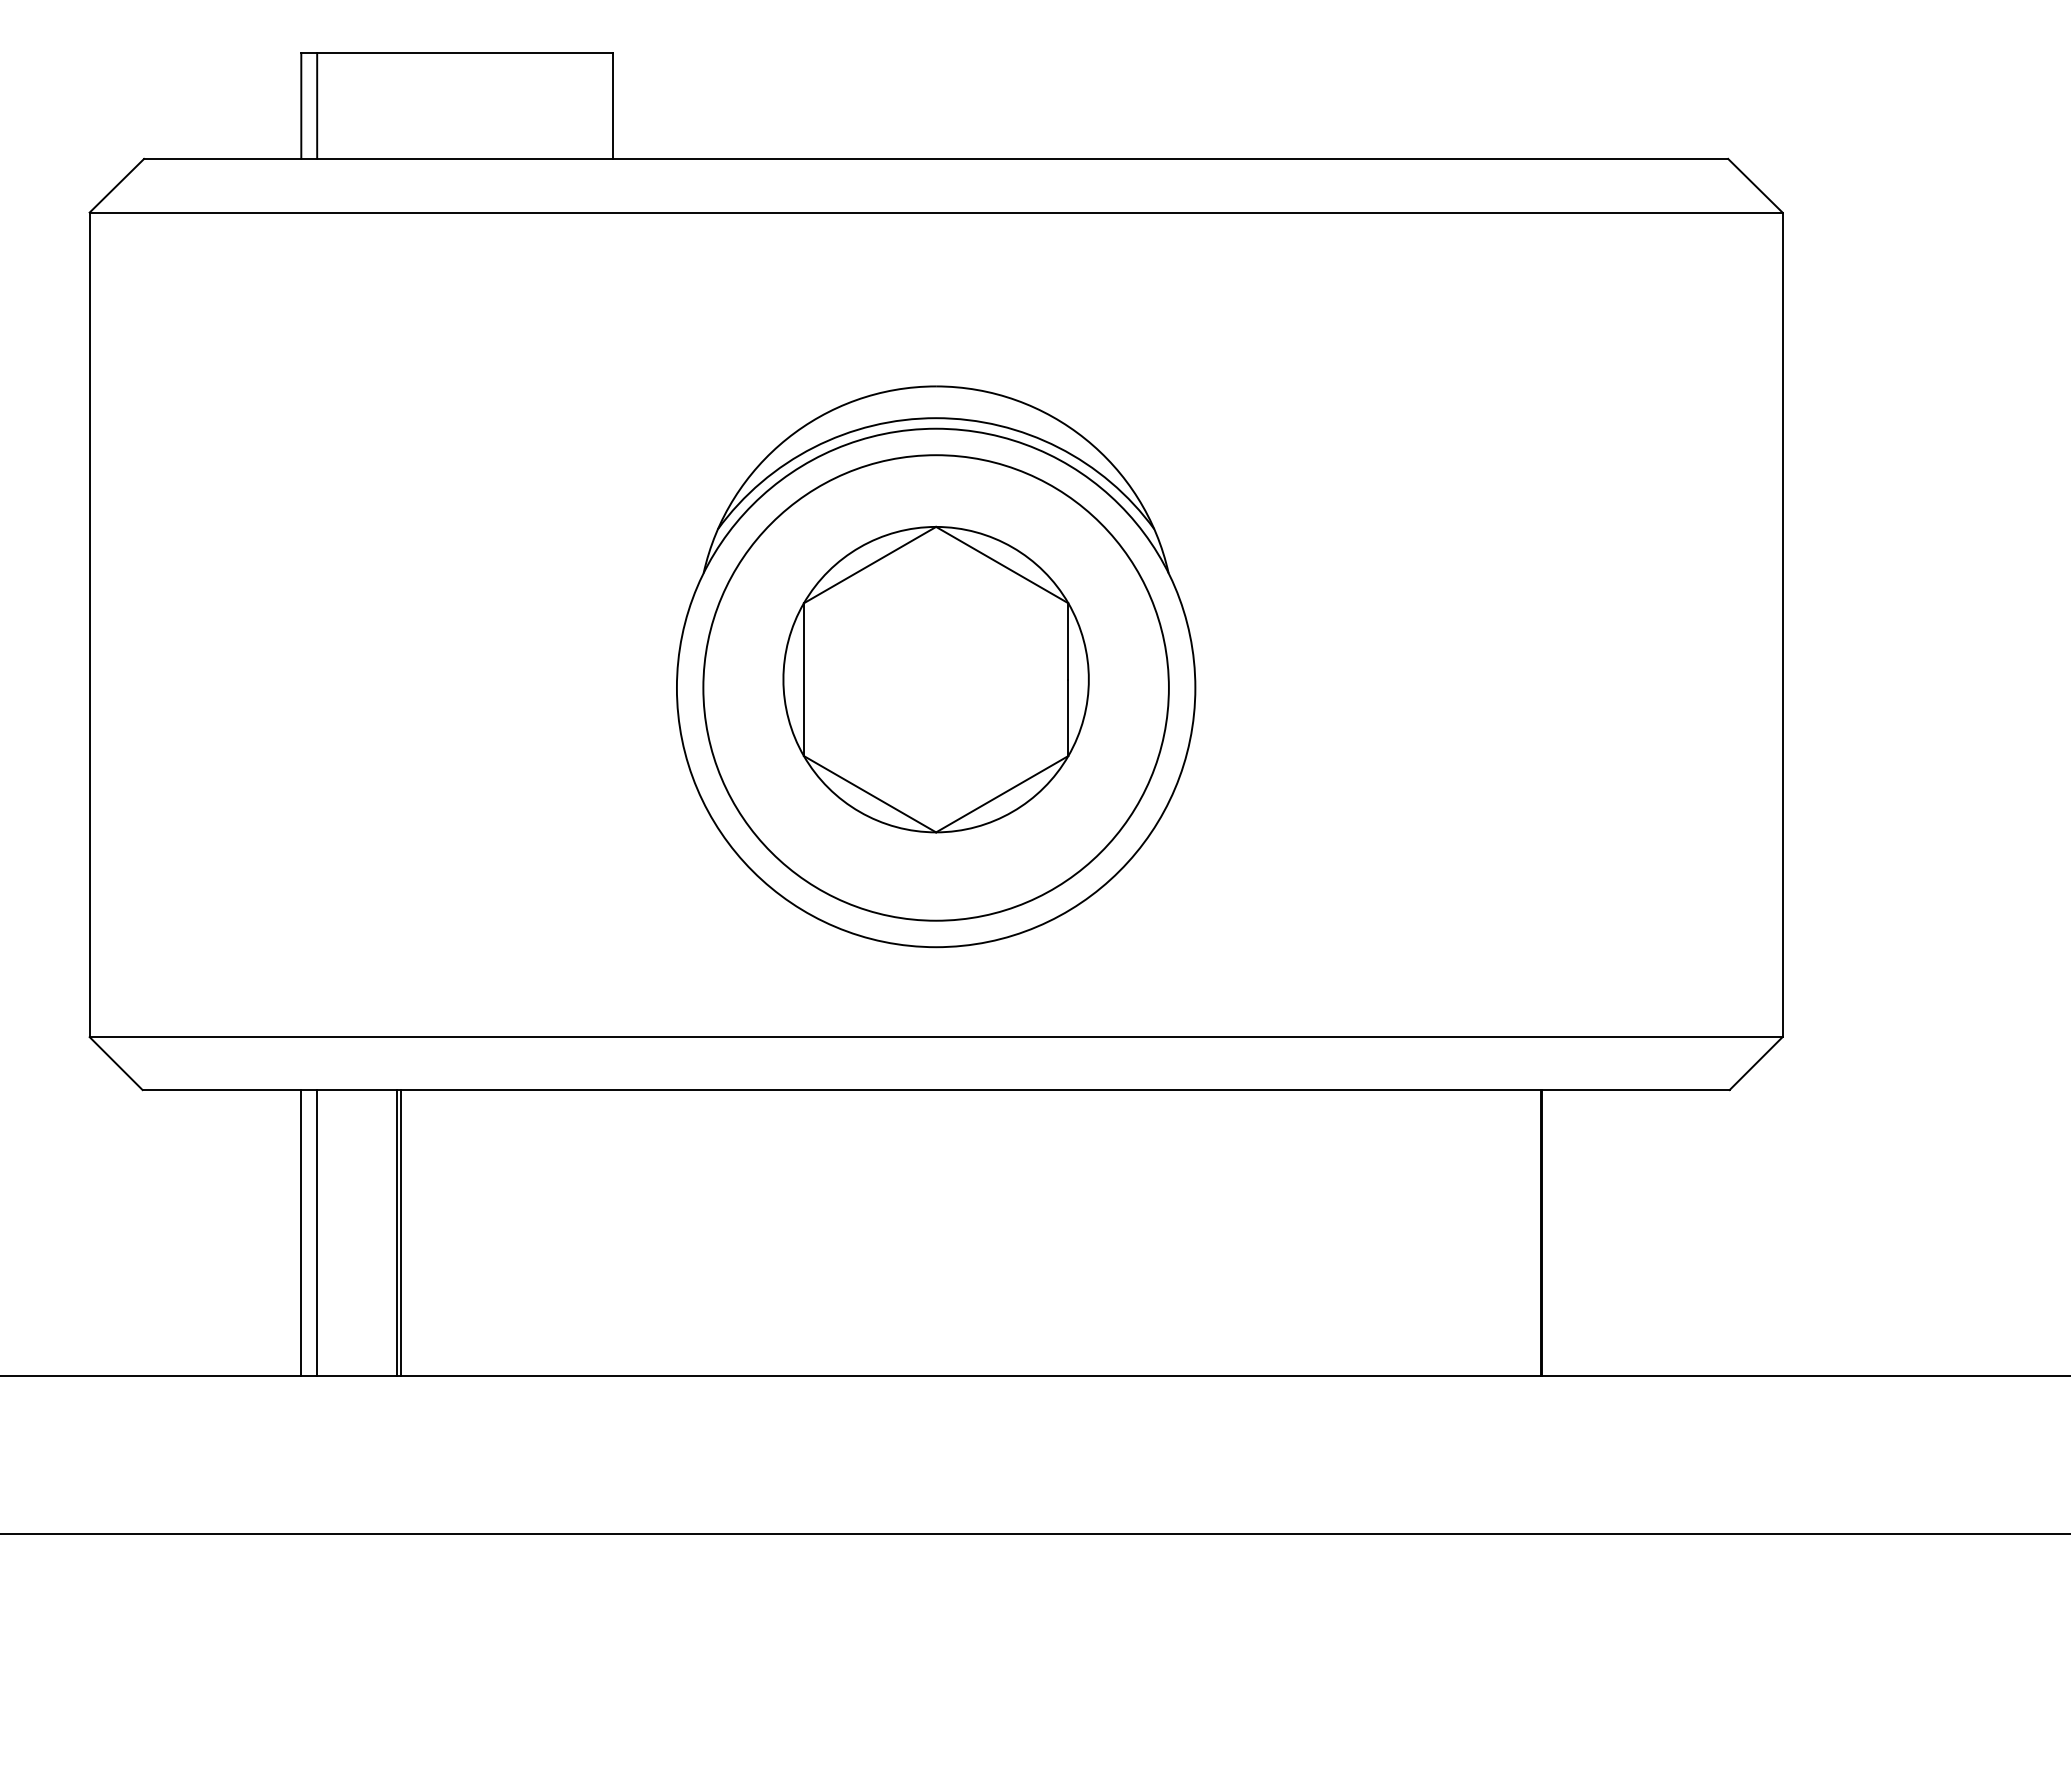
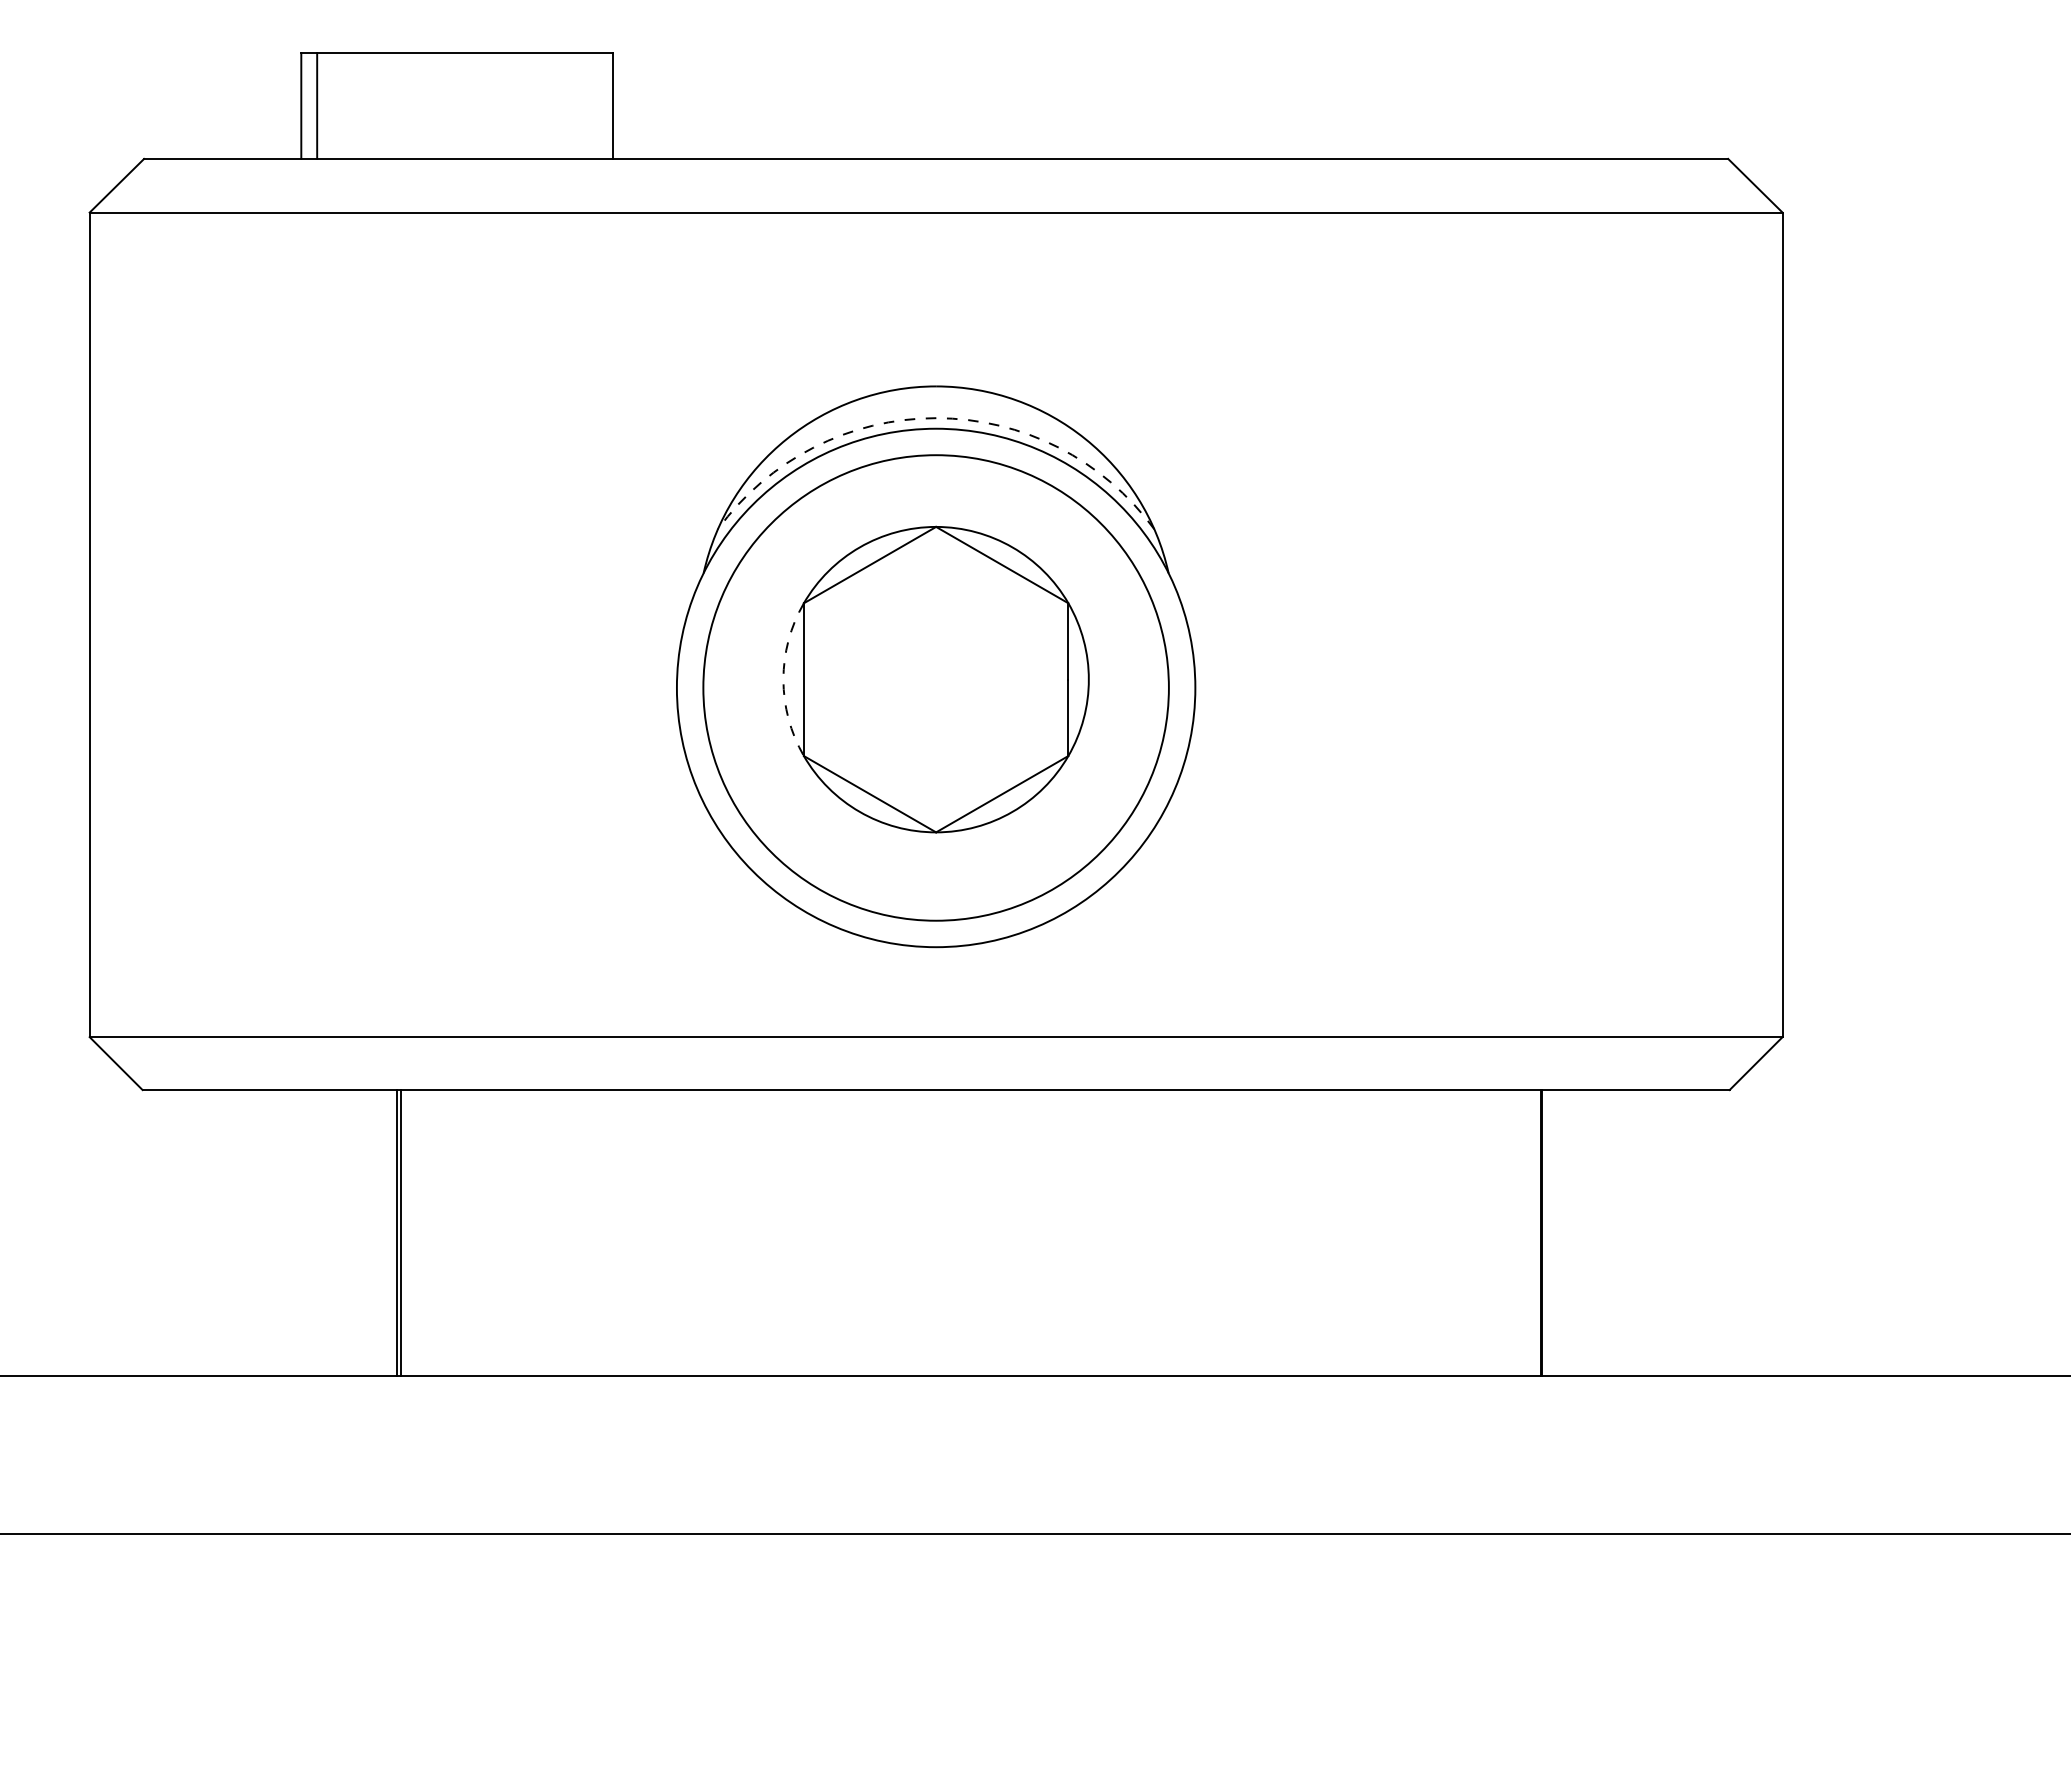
arc at (936, 418): solid -> dashed
arc at (783, 679): solid -> dashed
line at (301, 1232): present -> none
line at (317, 1232): present -> none
